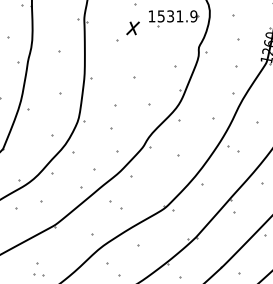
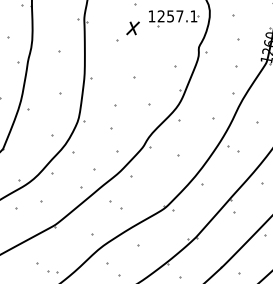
text at (177, 16): 1531.9 -> 1257.1
part at (38, 274) position: (38, 274) -> (52, 271)
